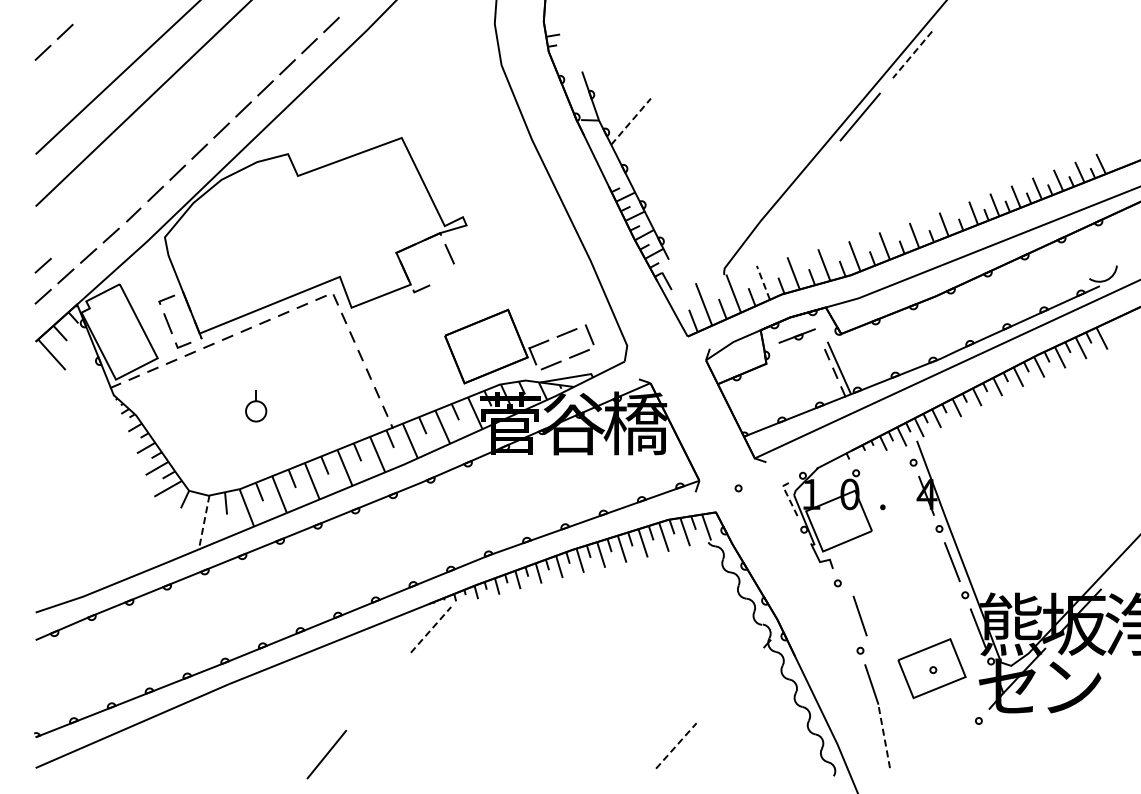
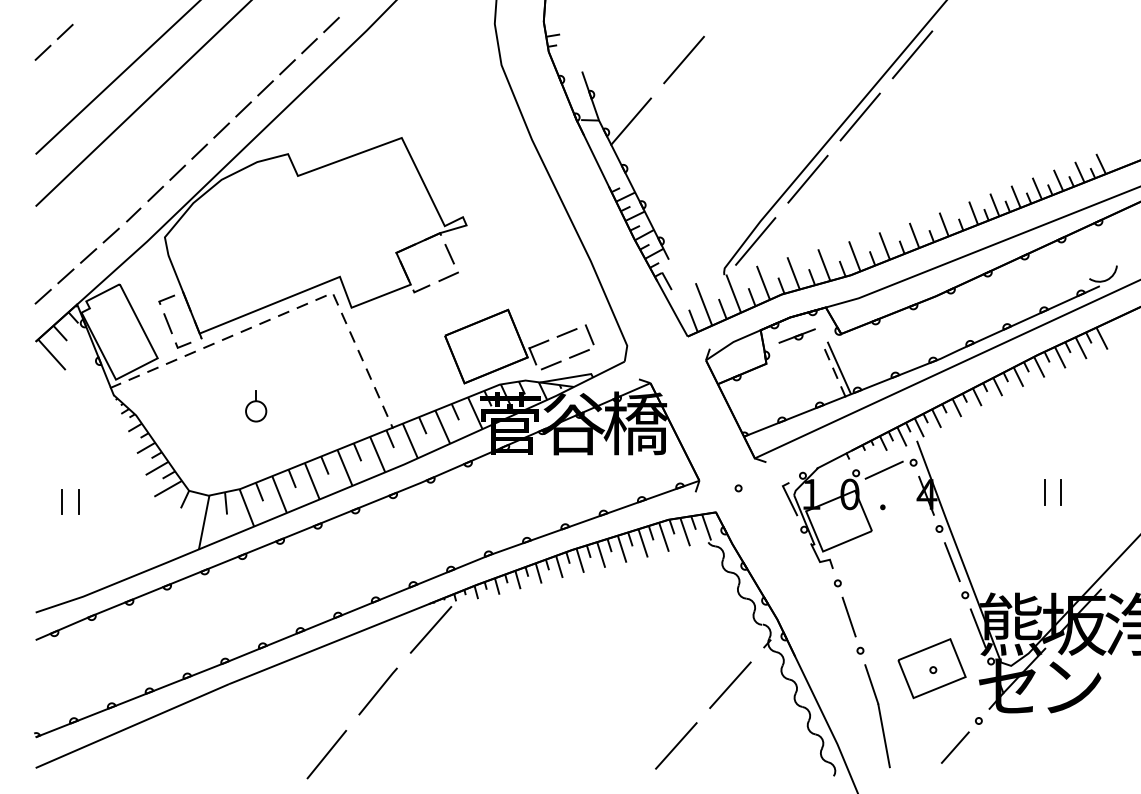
line at (912, 55): dashed -> solid
line at (683, 59): none -> present
line at (631, 121): dashed -> solid
line at (807, 178): none -> present
line at (755, 241): none -> present
line at (42, 265): present -> none
line at (448, 276): none -> present
line at (763, 282): dashed -> solid
line at (883, 469): none -> present
line at (1045, 492): none -> present
line at (1061, 492): none -> present
line at (788, 496): dashed -> solid
line at (62, 502): none -> present
line at (78, 502): none -> present
line at (204, 522): dashed -> solid
line at (859, 615) position: (859, 615) -> (848, 616)
line at (431, 629): dashed -> solid
line at (730, 685): none -> present
line at (377, 691): none -> present
line at (884, 735): dashed -> solid
line at (676, 745): dashed -> solid
line at (954, 747): none -> present
